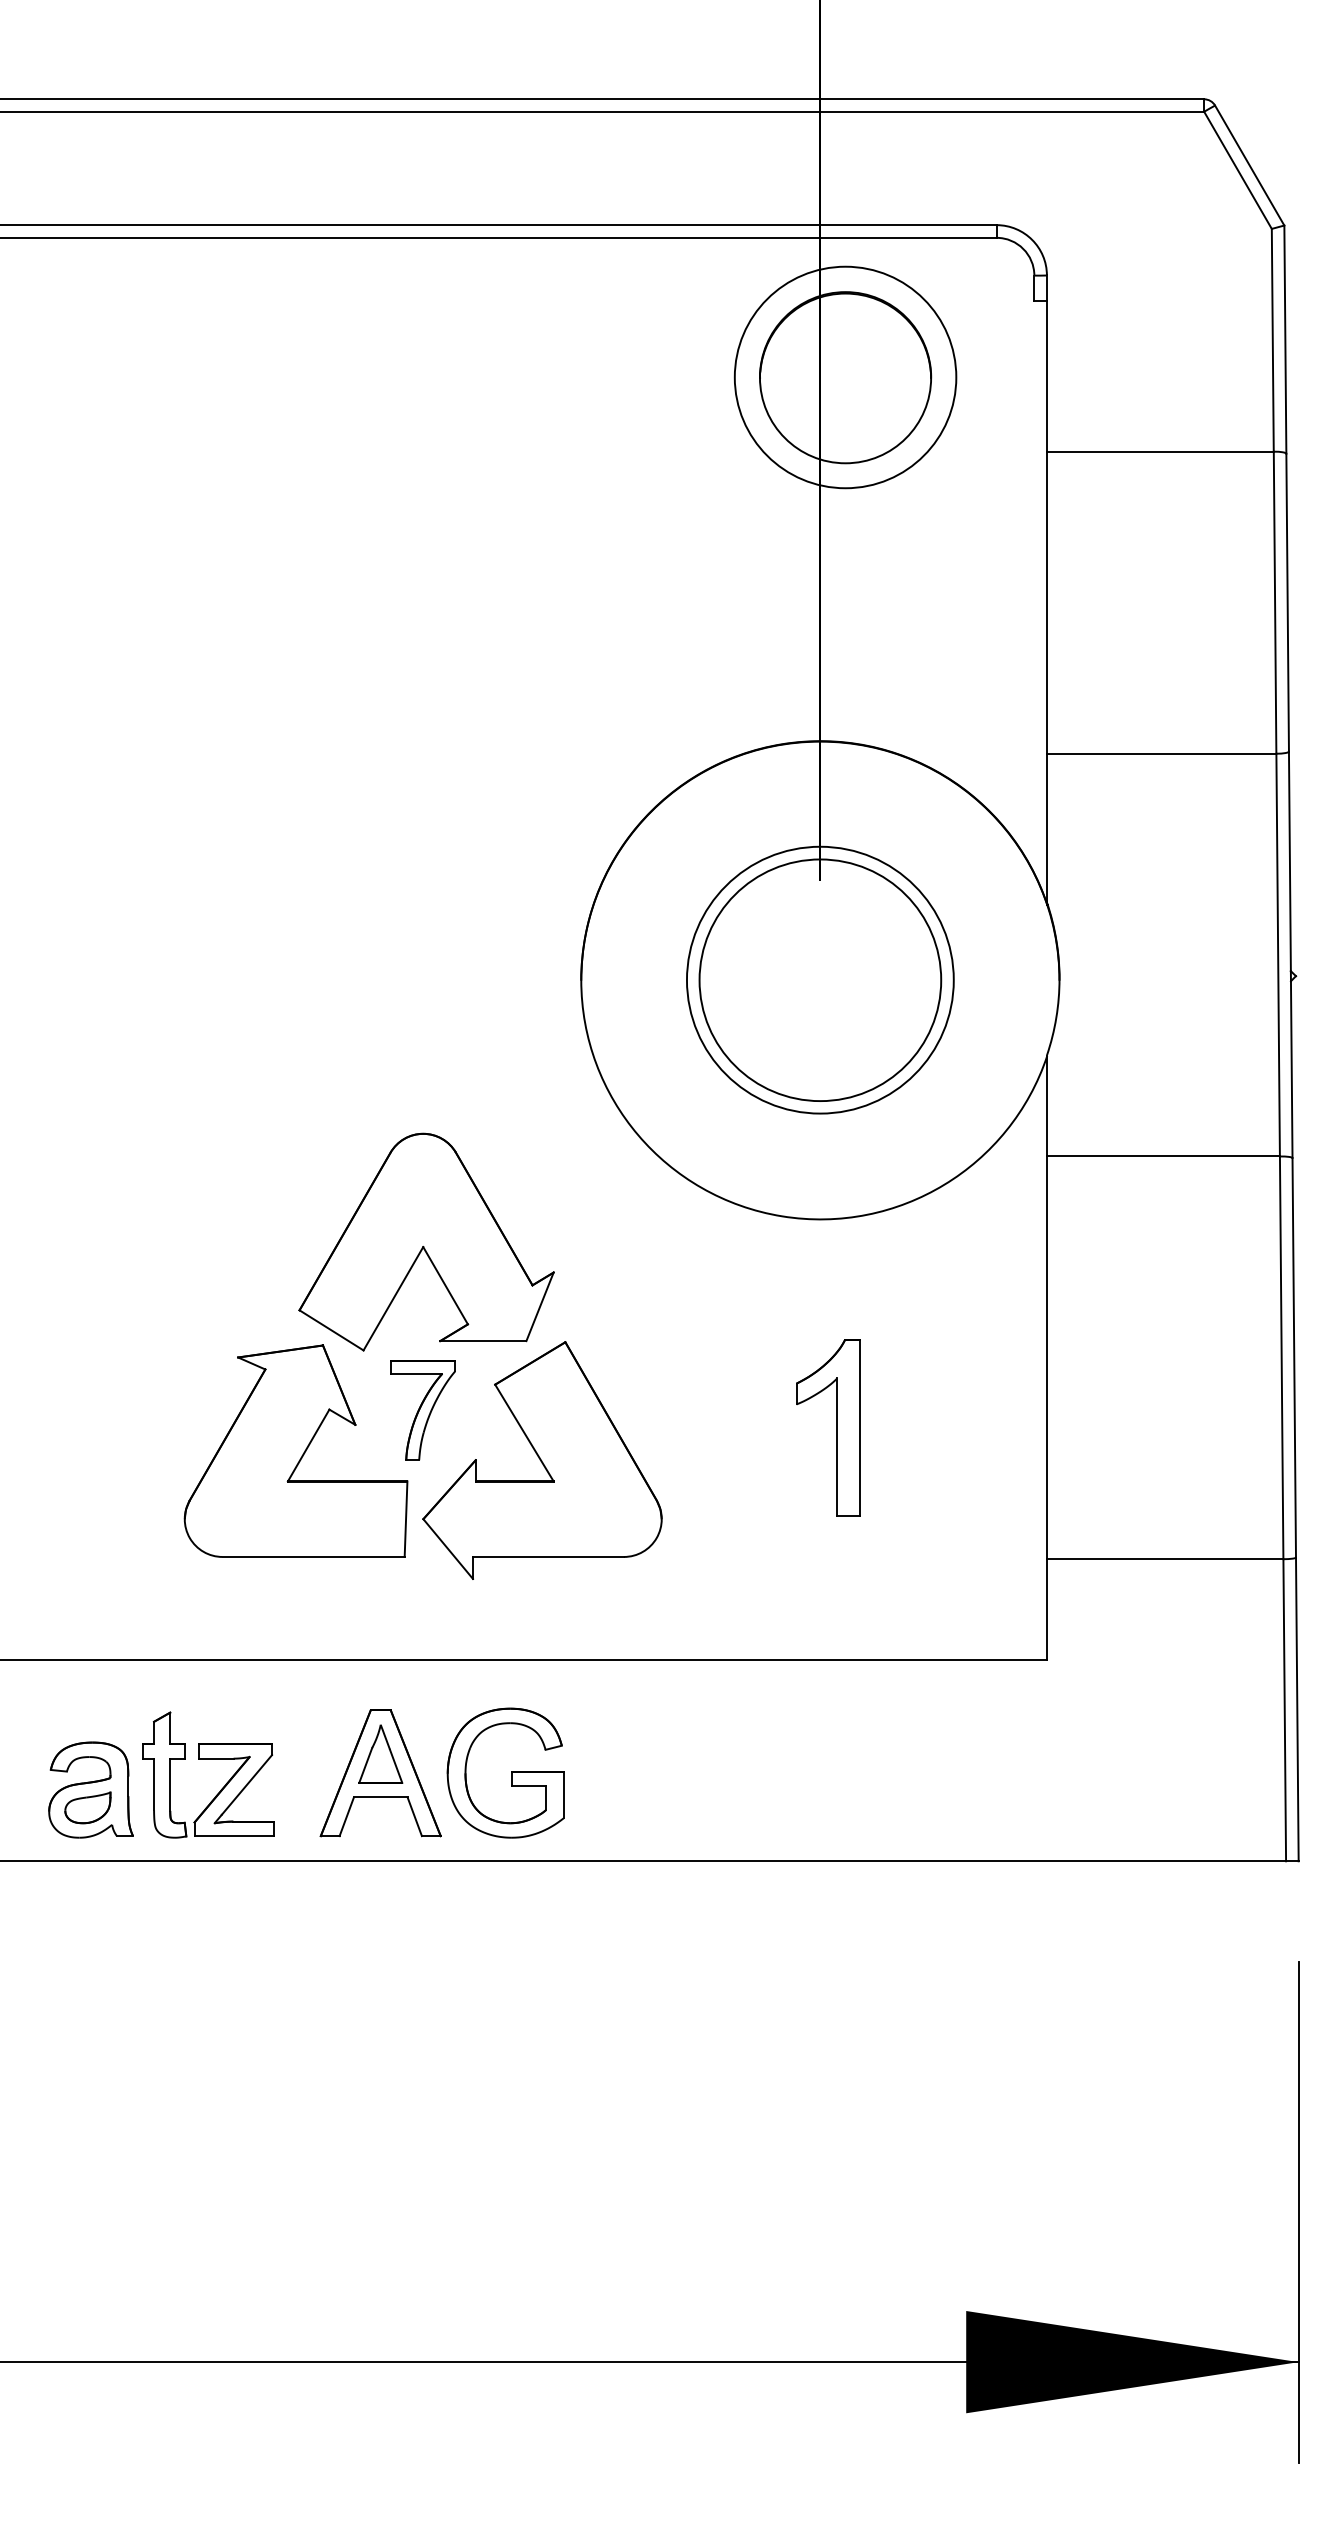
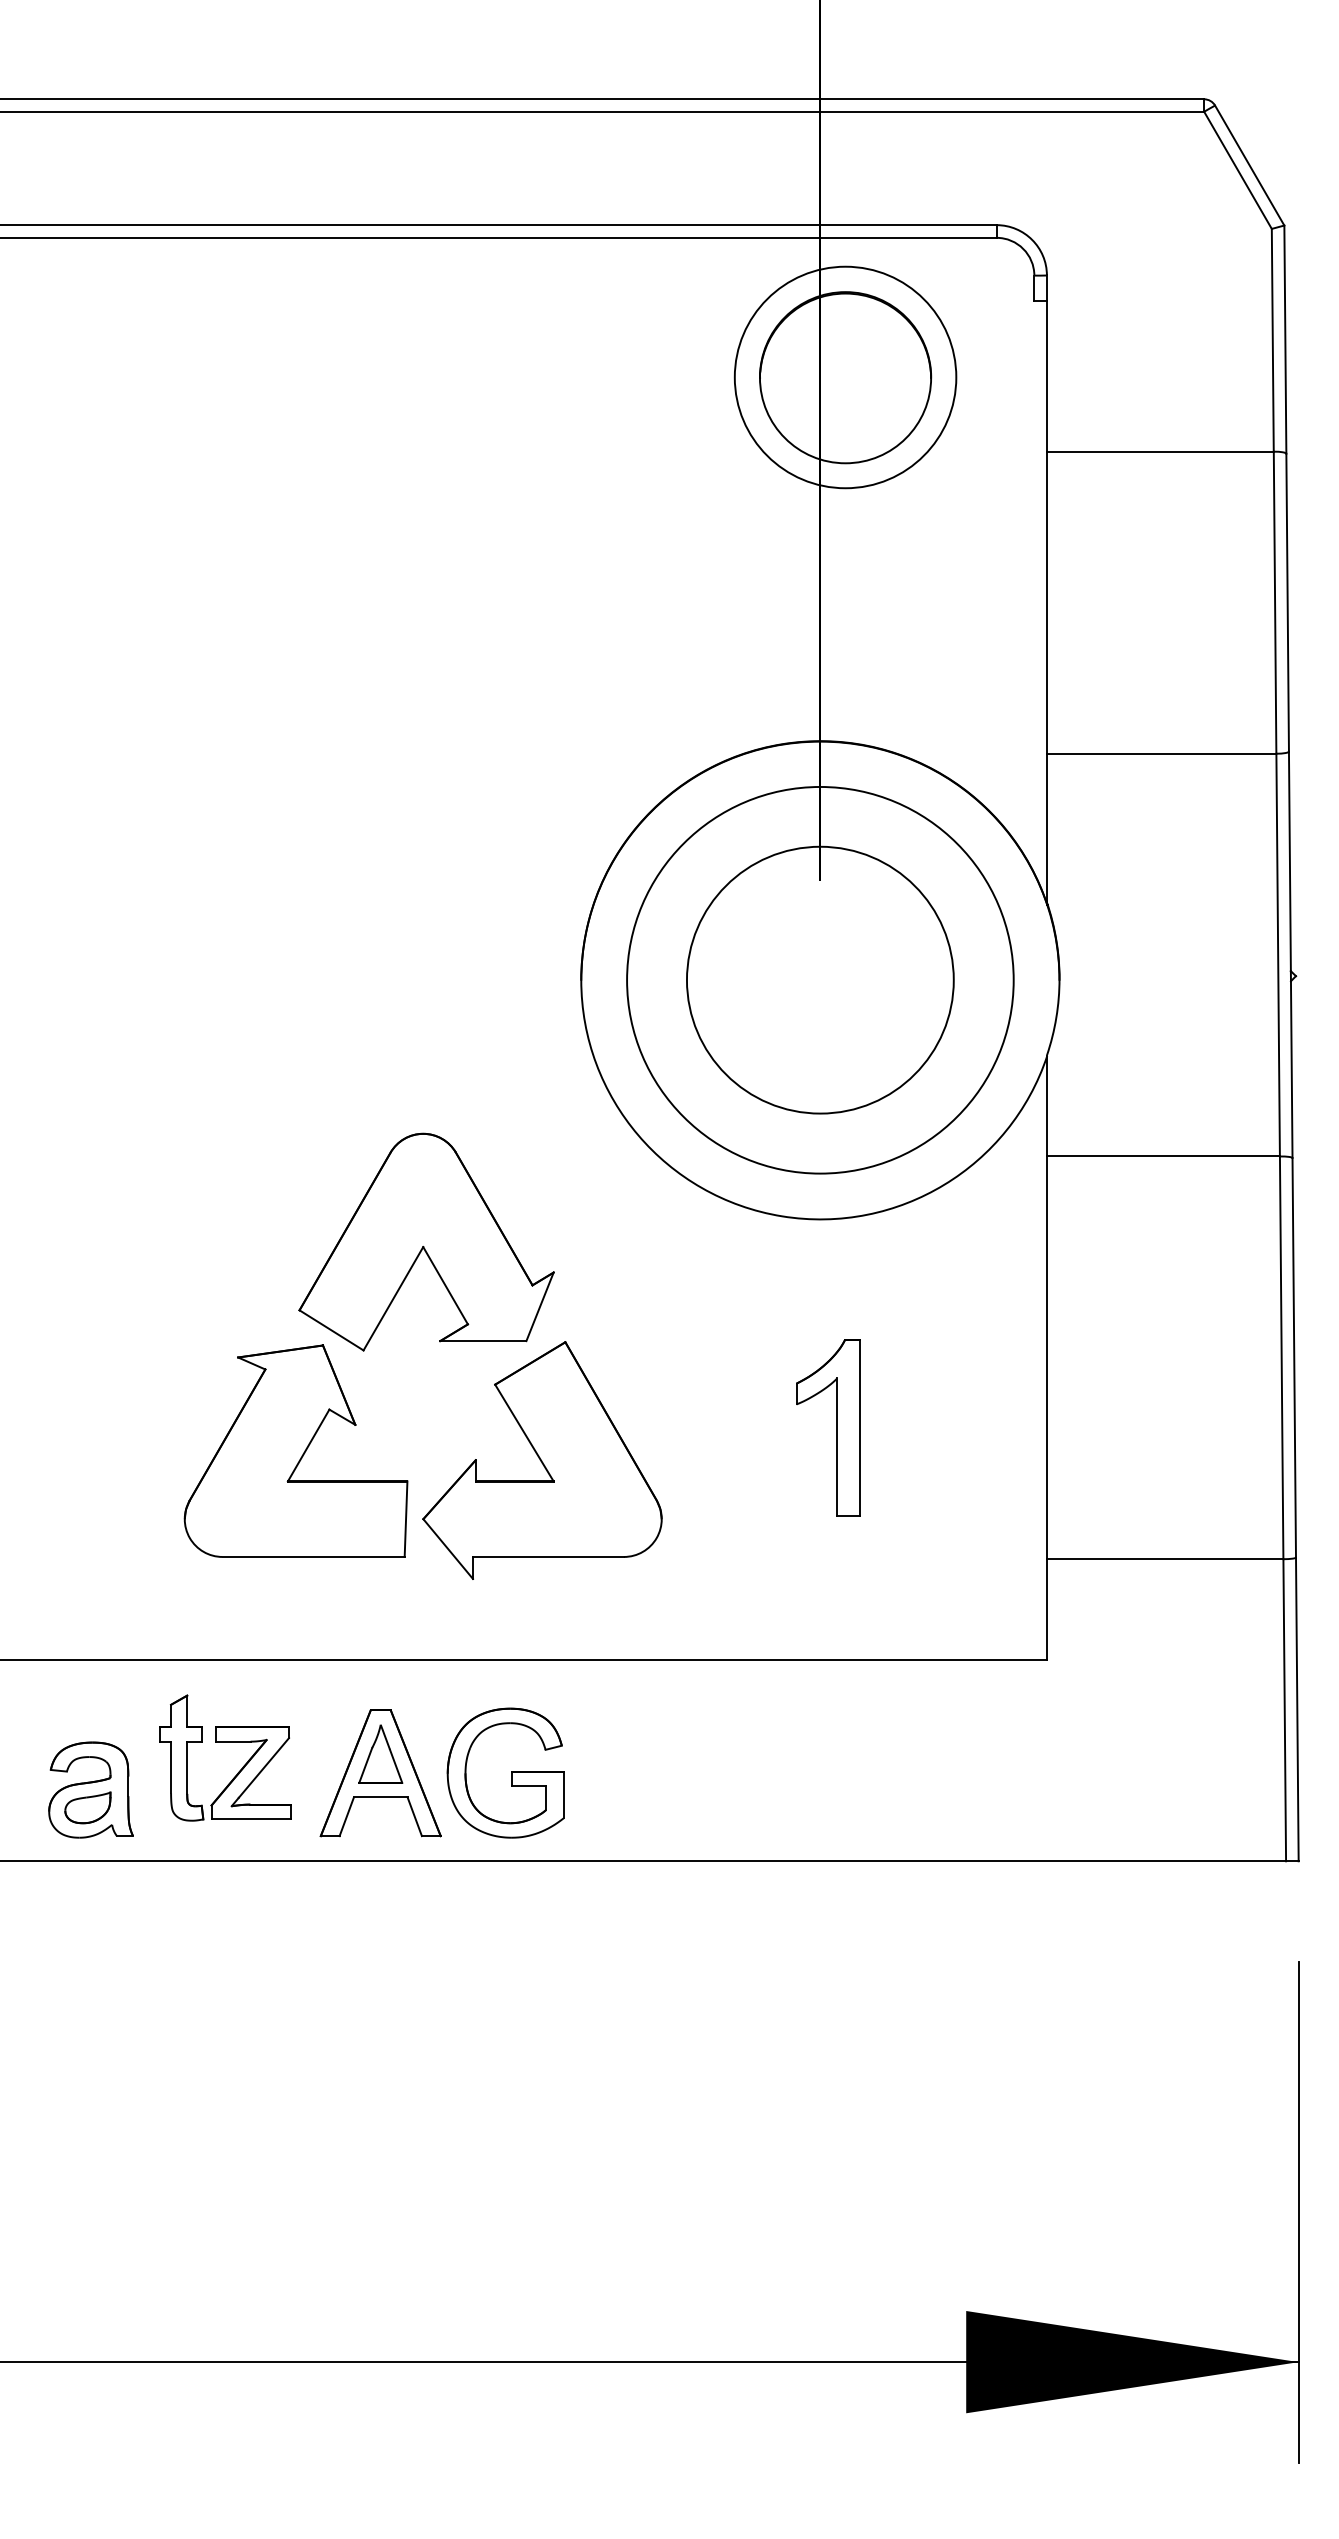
circle at (820, 980) diameter: 242 px -> 387 px
part at (422, 1410): present -> none
part at (208, 1759) position: (208, 1759) -> (225, 1742)
